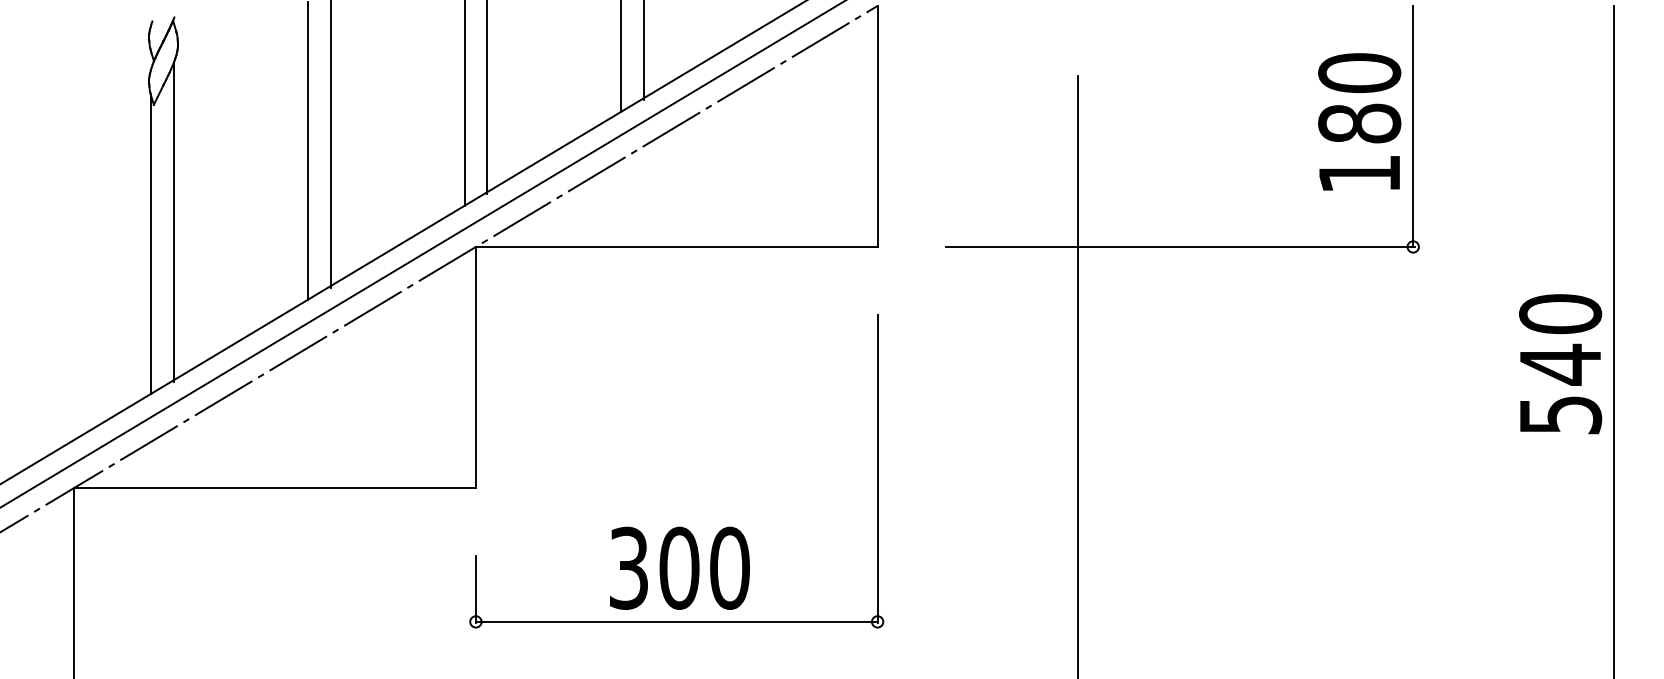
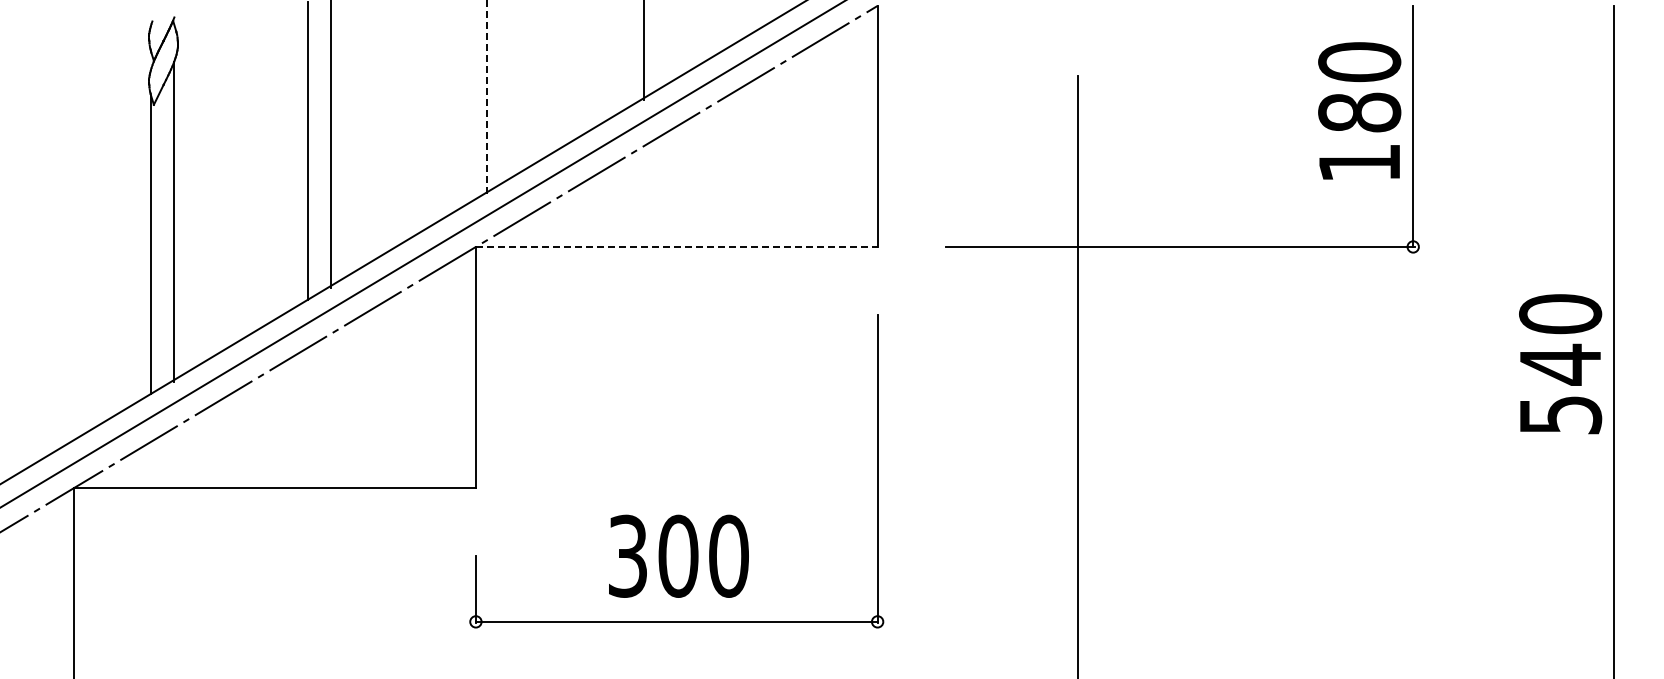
line at (621, 56): present -> none
line at (487, 97): solid -> dashed
line at (464, 103): present -> none
text at (1359, 121) position: (1359, 121) -> (1359, 110)
line at (676, 246): solid -> dashed
text at (679, 567) position: (679, 567) -> (678, 555)
